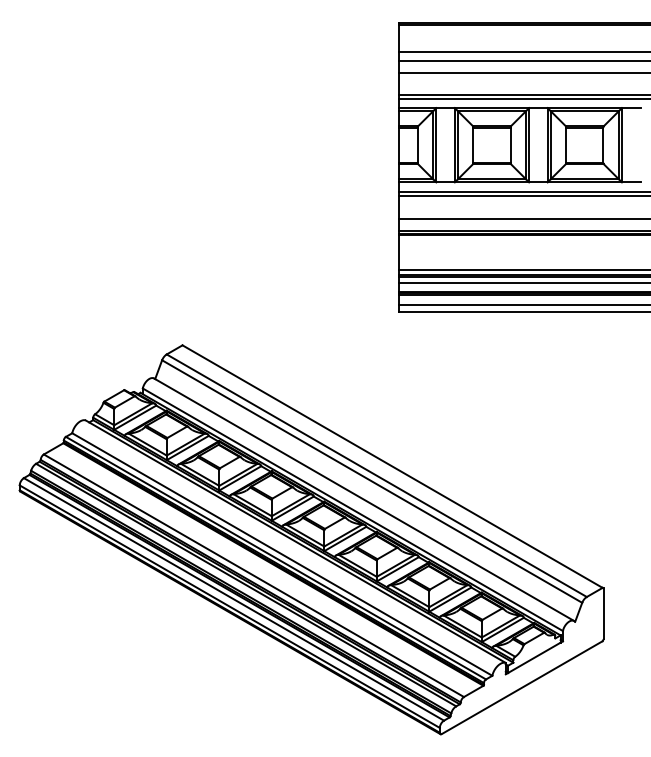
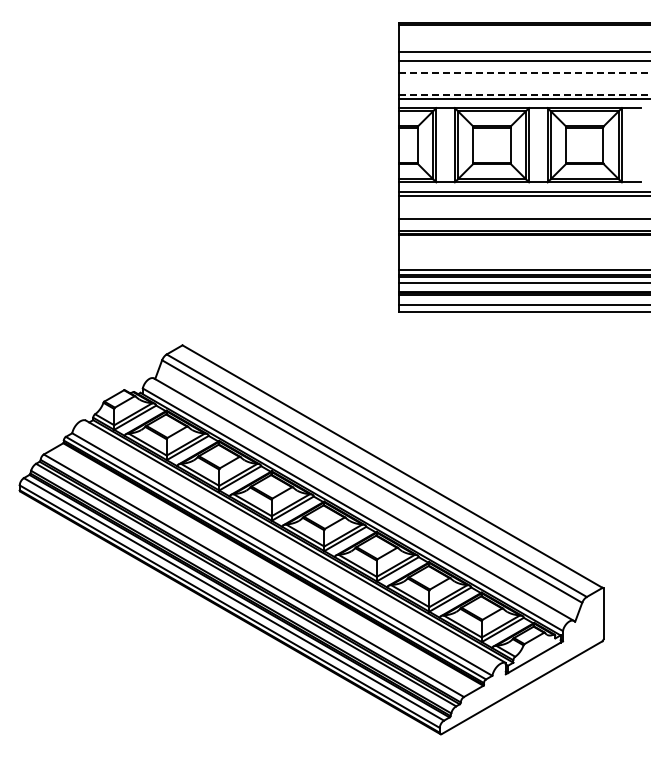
line at (525, 73): solid -> dashed
line at (525, 94): solid -> dashed
